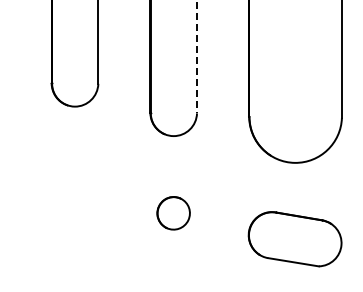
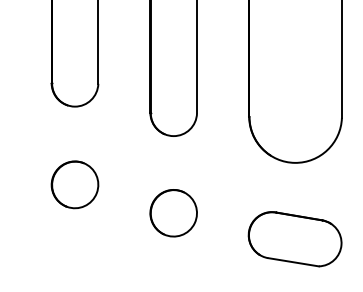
line at (197, 57): dashed -> solid
part at (74, 184): none -> present
part at (173, 213) size: 35x35 px -> 49x49 px
